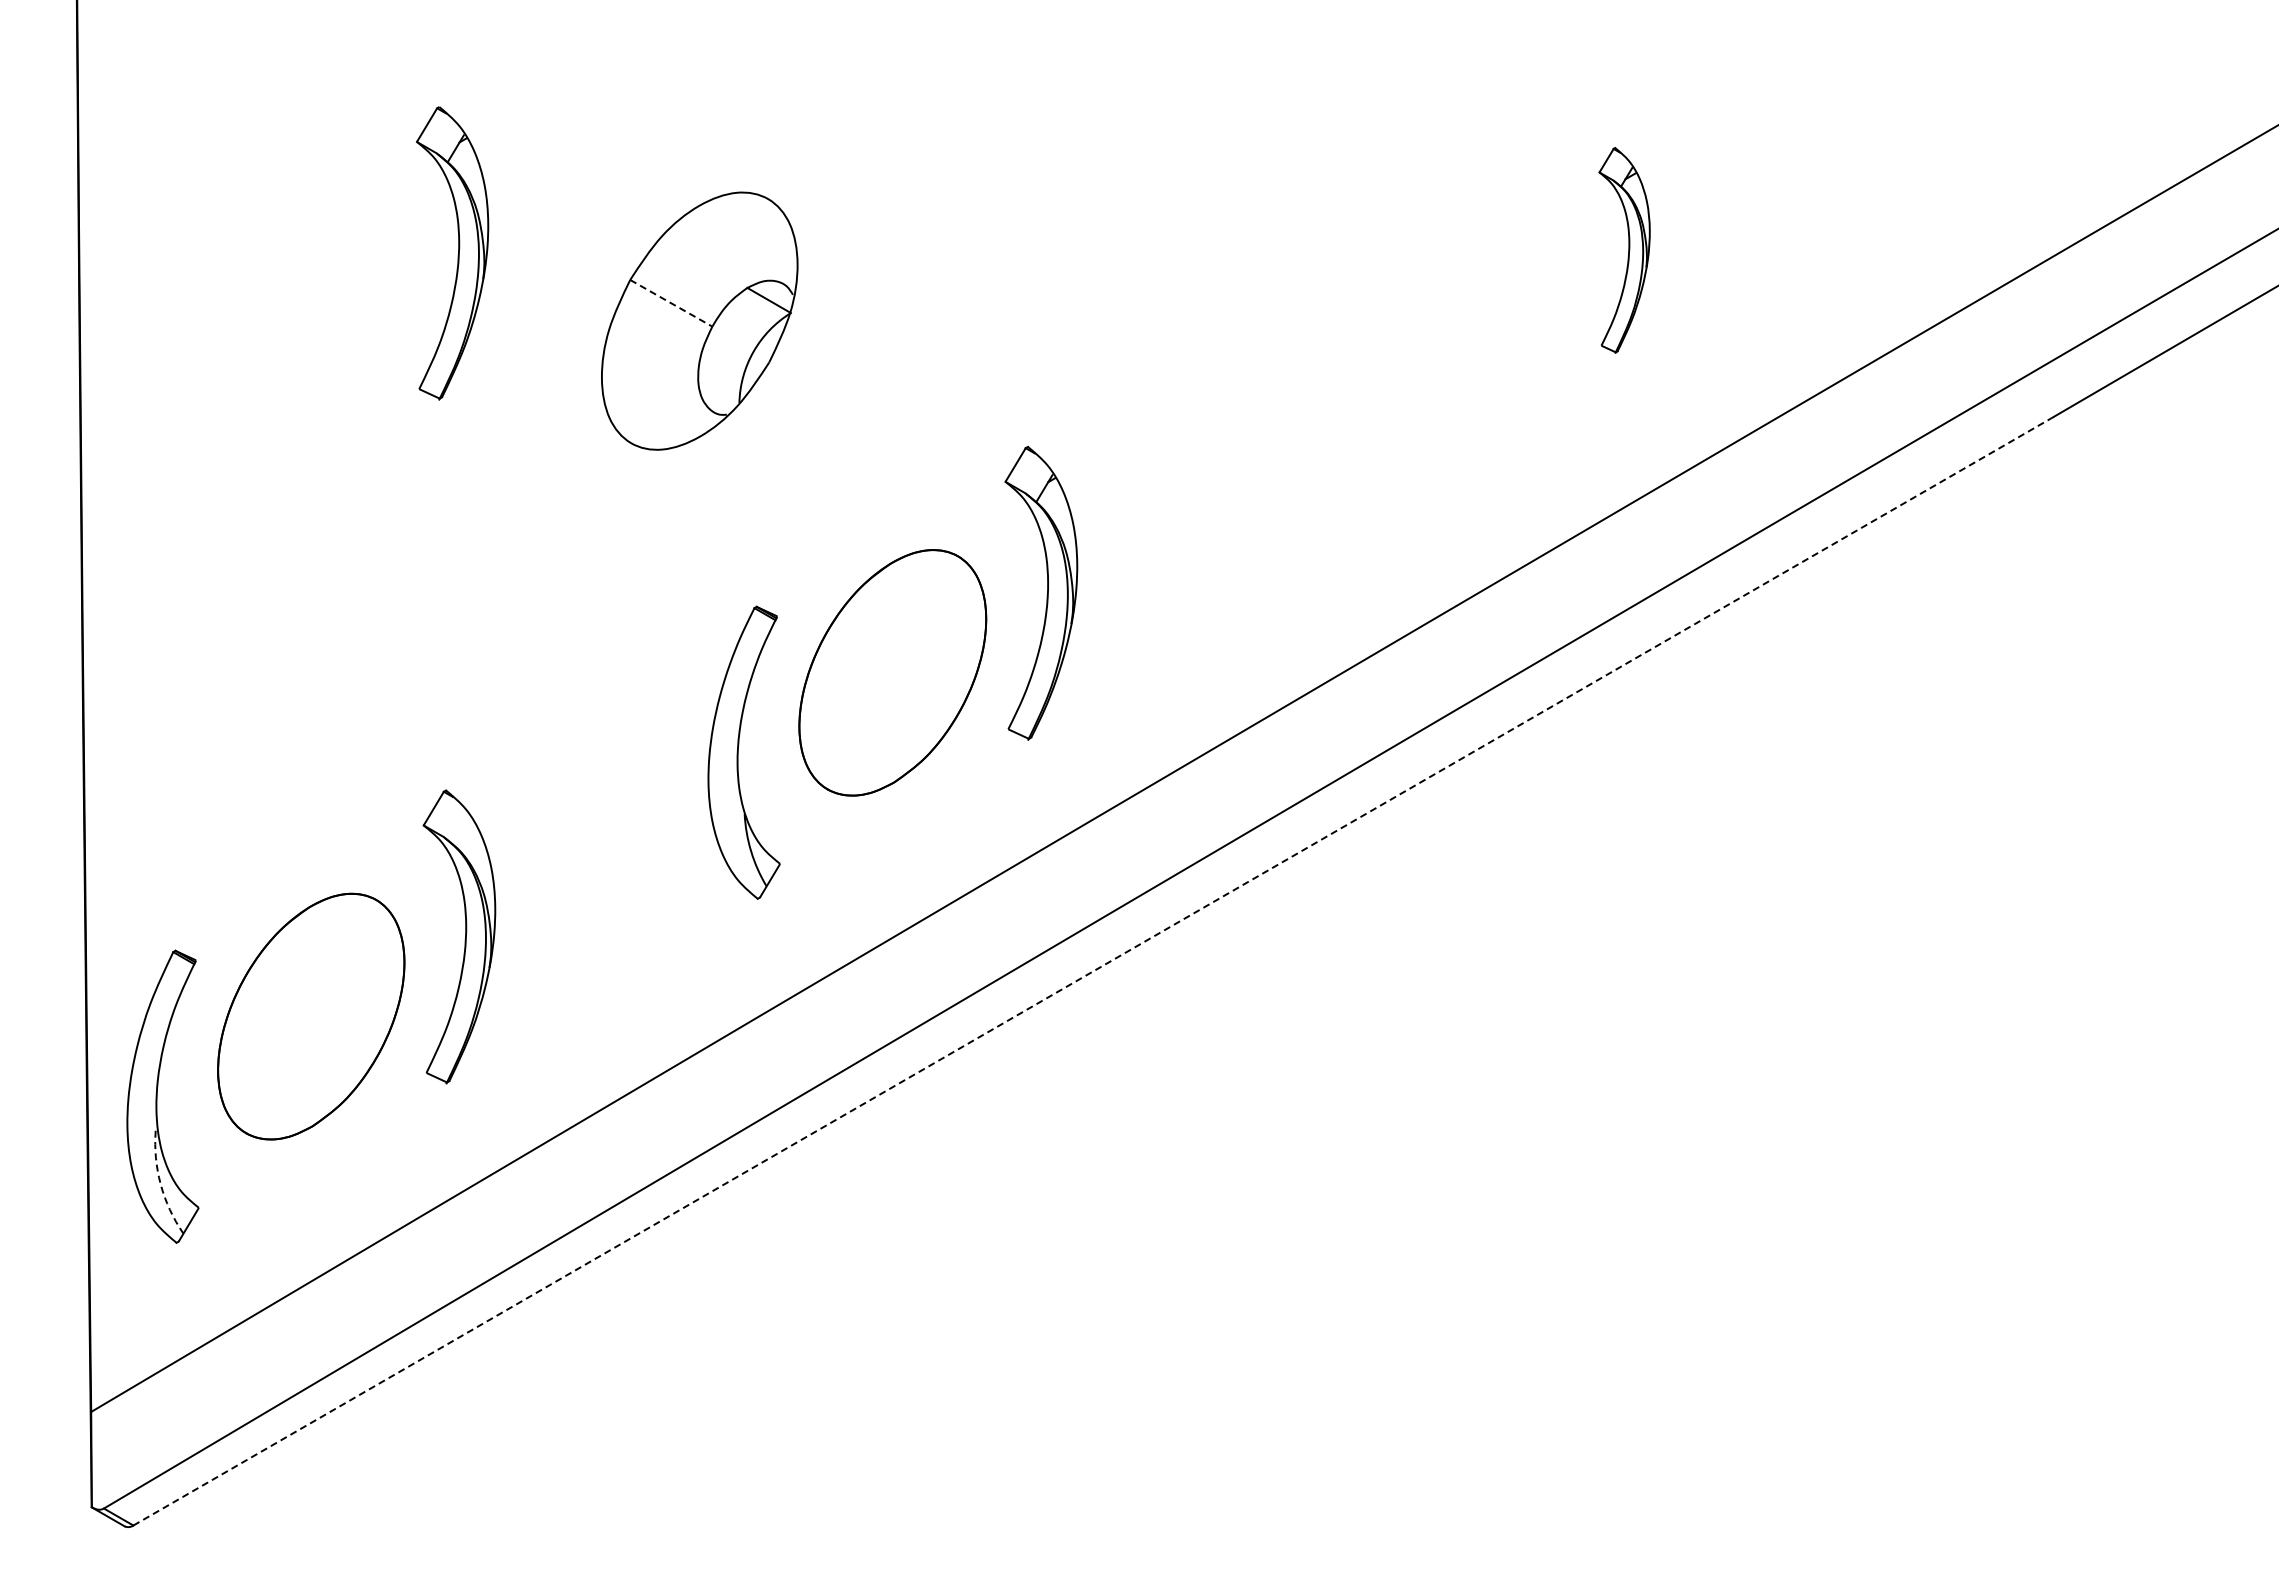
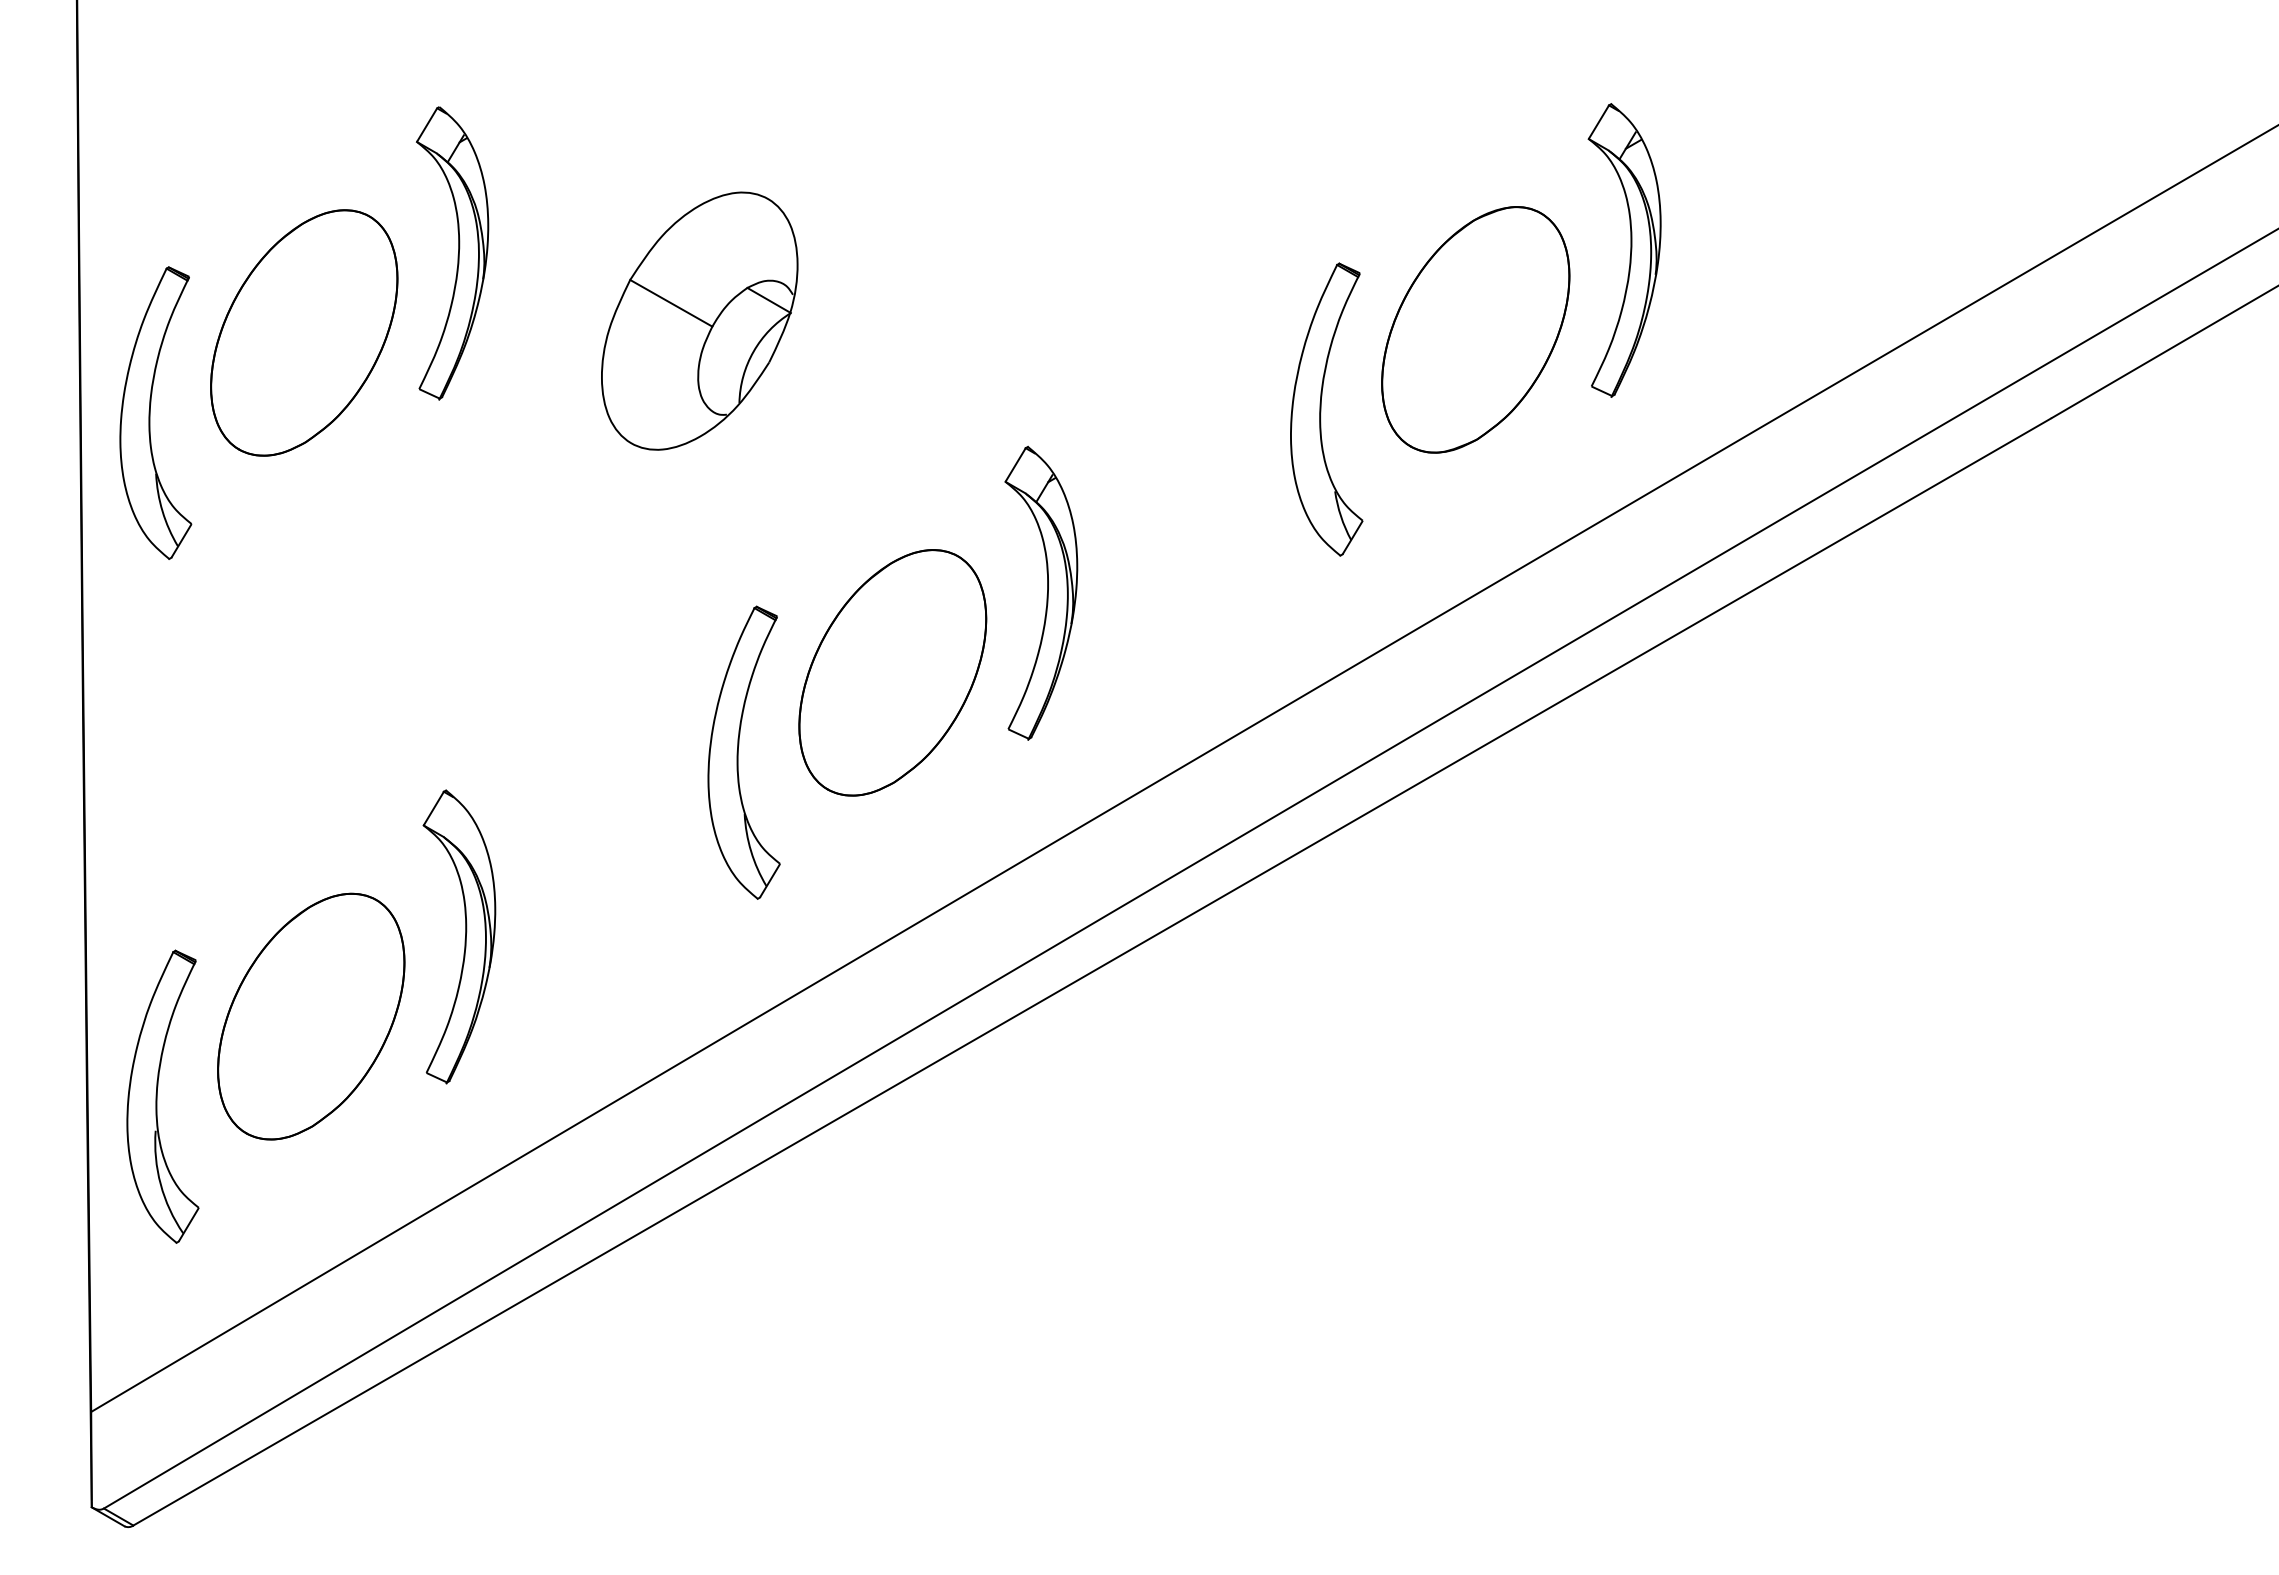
part at (1624, 250) size: 53x207 px -> 75x295 px
line at (671, 303): dashed -> solid
part at (1475, 329): none -> present
part at (304, 332): none -> present
part at (1326, 409): none -> present
part at (155, 412): none -> present
line at (1092, 971): dashed -> solid
arc at (160, 1184): dashed -> solid
